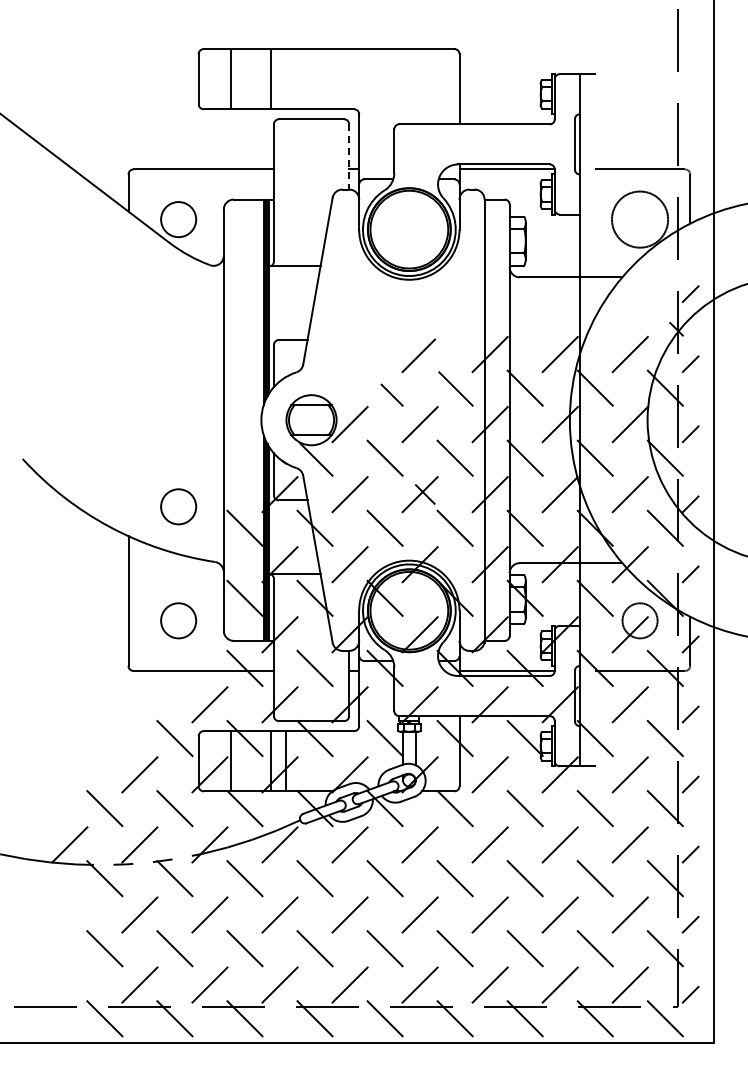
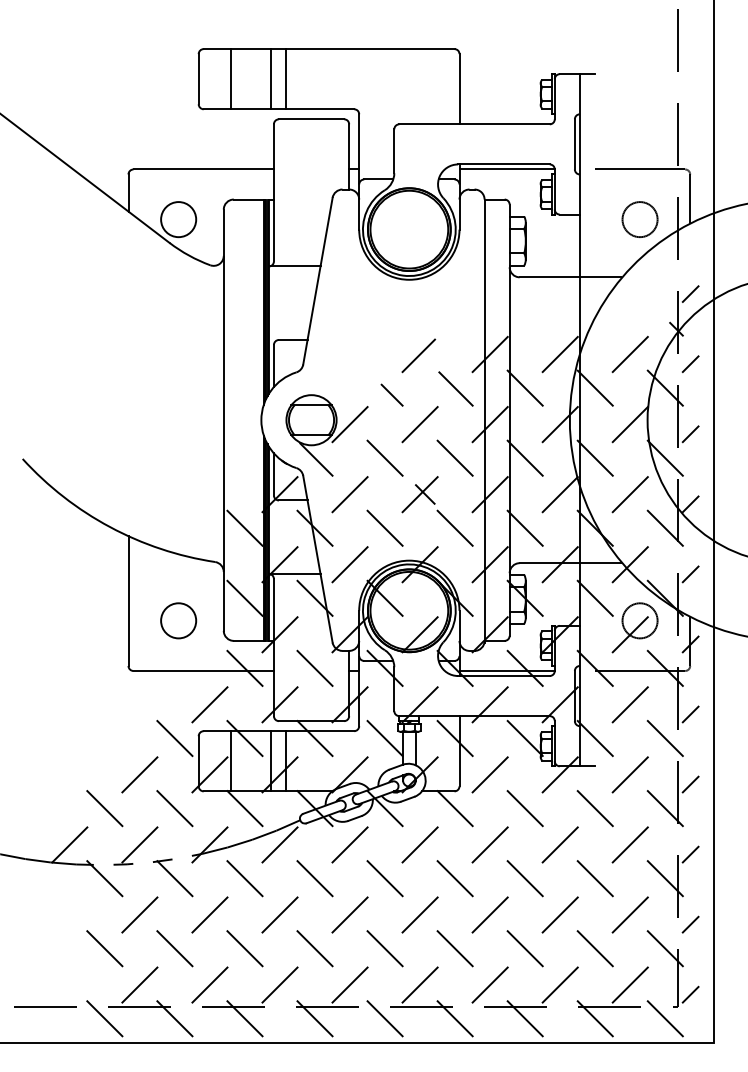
line at (286, 79): none -> present
line at (349, 156): dashed -> solid
circle at (639, 219) diameter: 56 px -> 35 px
circle at (178, 506): present -> none
